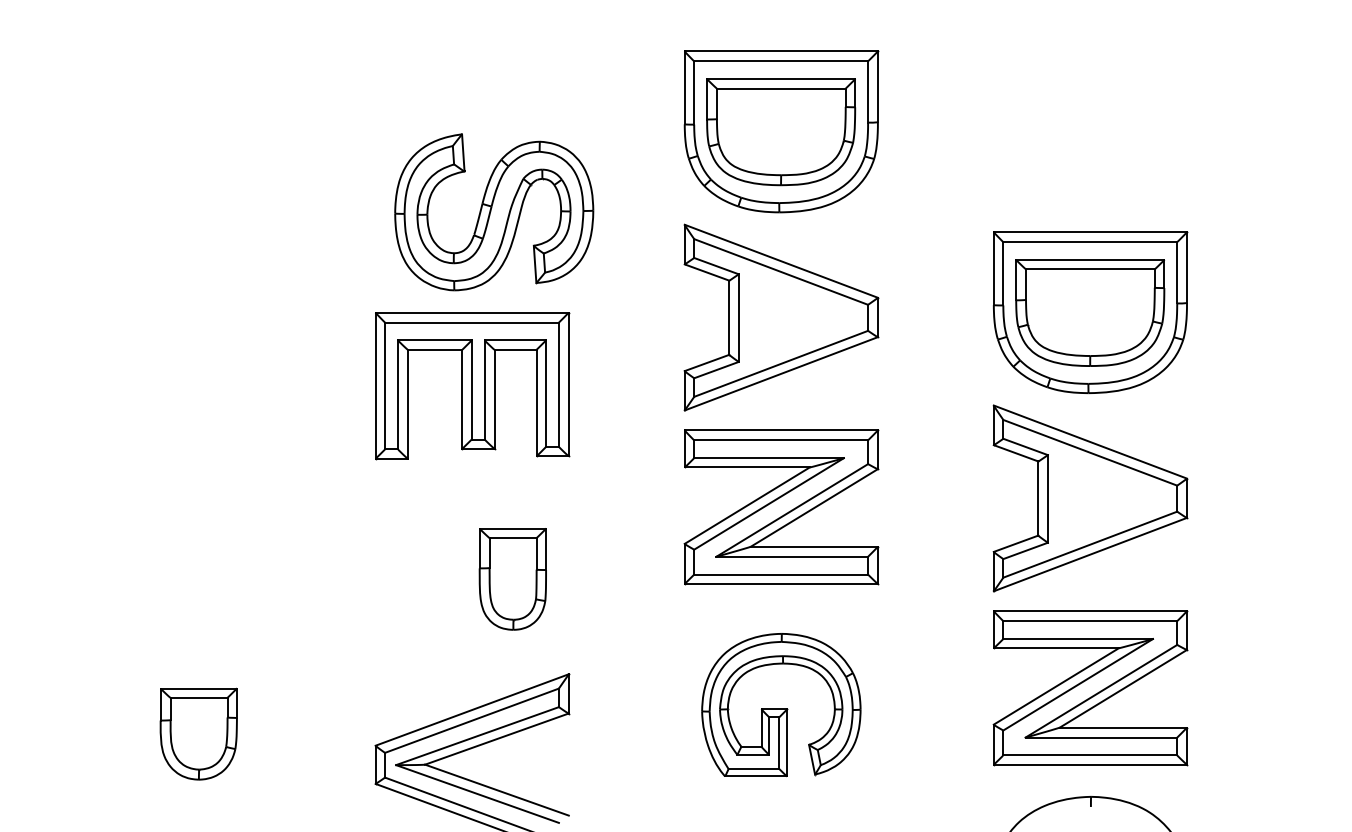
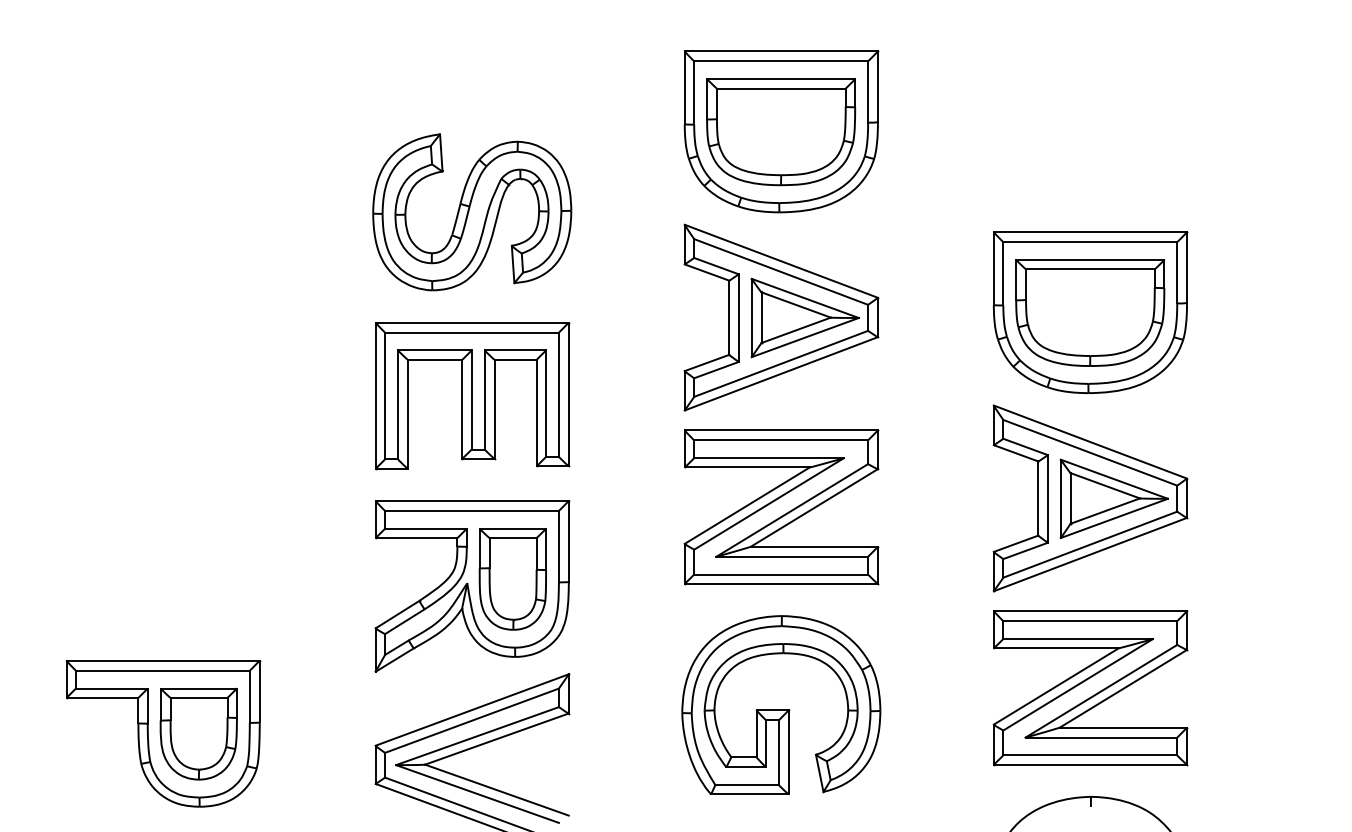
part at (494, 212) position: (494, 212) -> (472, 212)
part at (804, 317): none -> present
part at (472, 386) position: (472, 386) -> (472, 396)
part at (1113, 498): none -> present
part at (472, 586): none -> present
part at (781, 705) size: 161x145 px -> 201x180 px
part at (163, 733): none -> present
